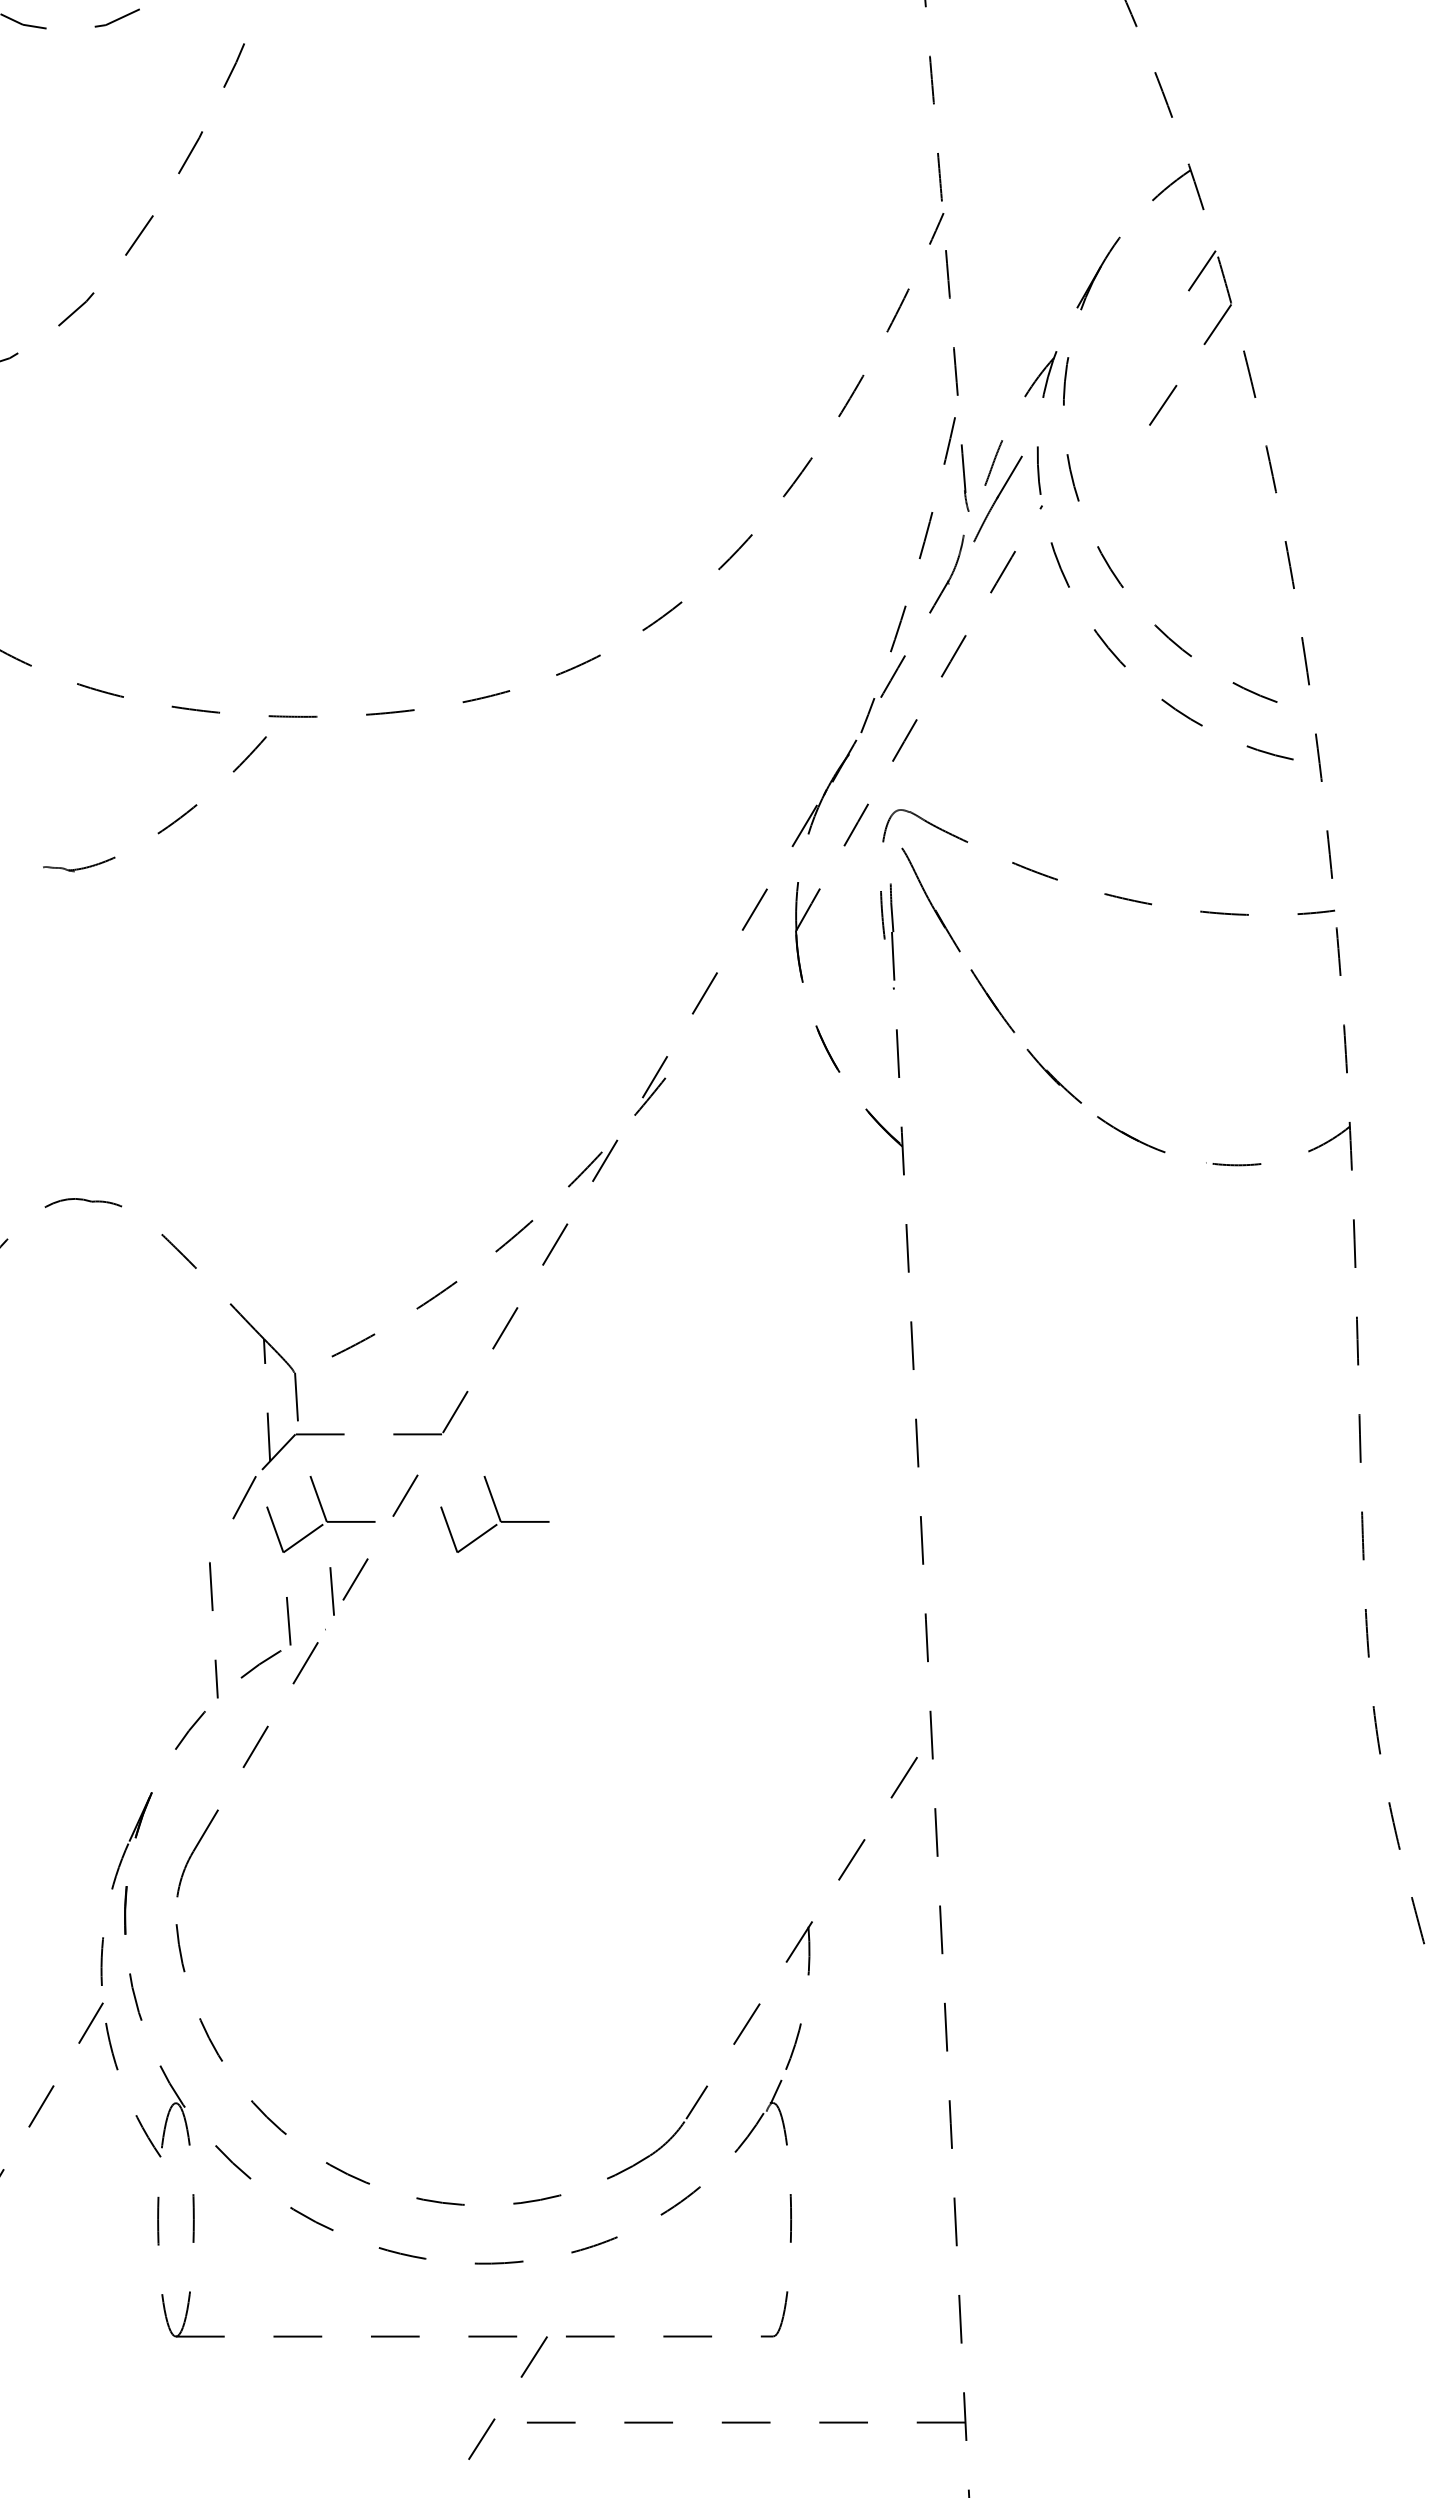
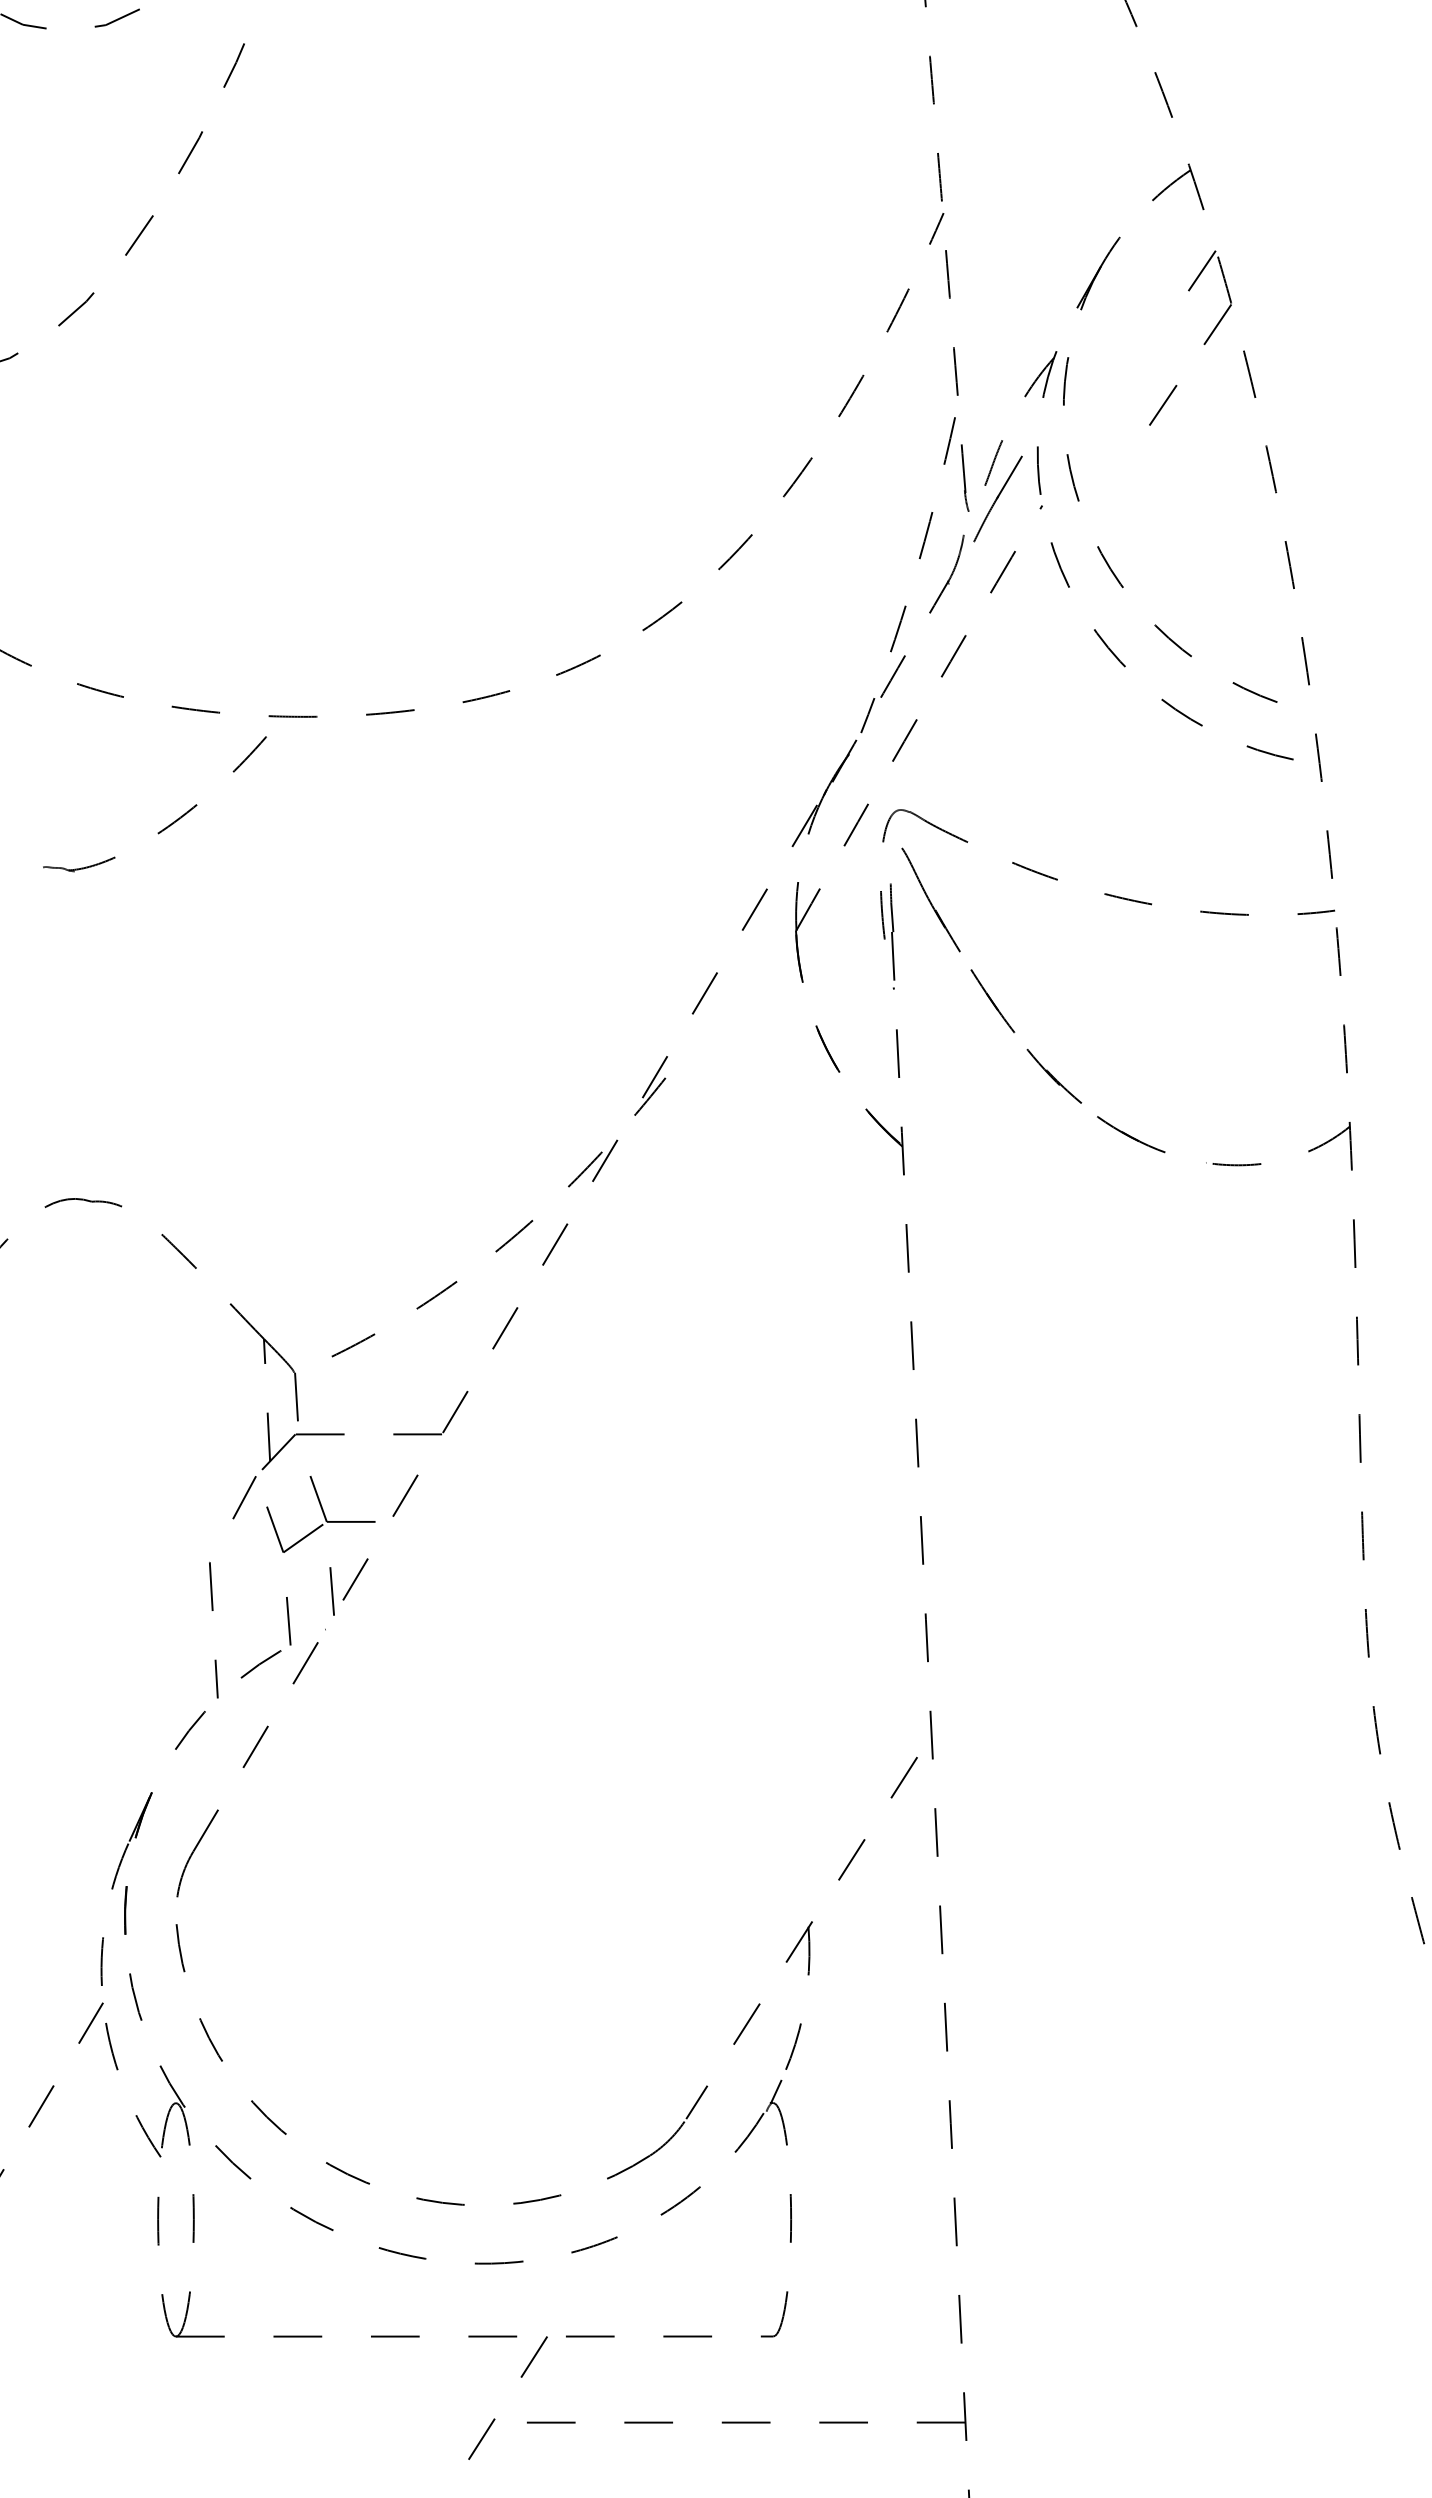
part at (494, 1514): present -> none
